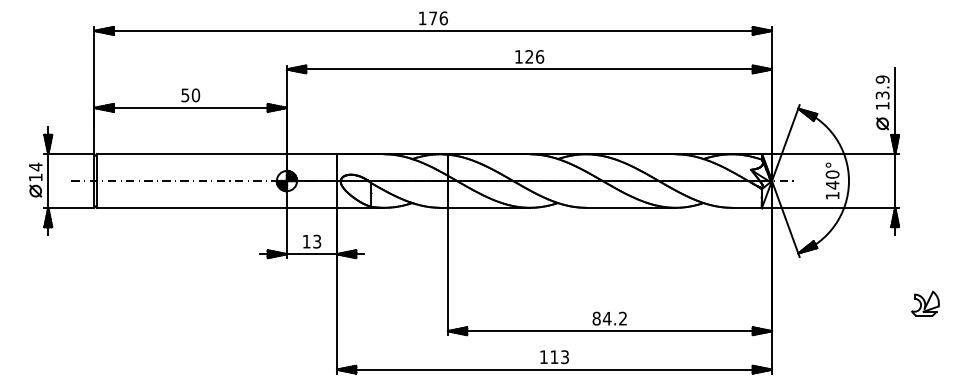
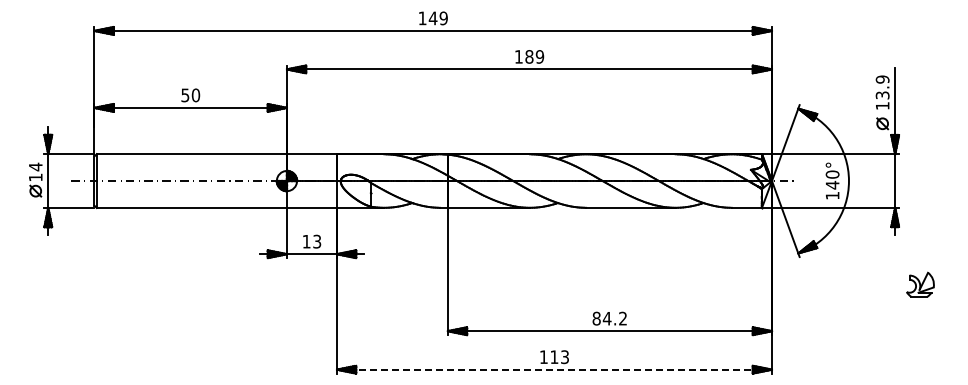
text at (437, 18): 176 -> 149
text at (534, 56): 126 -> 189
part at (925, 303) position: (925, 303) -> (920, 284)
line at (554, 369): solid -> dashed
